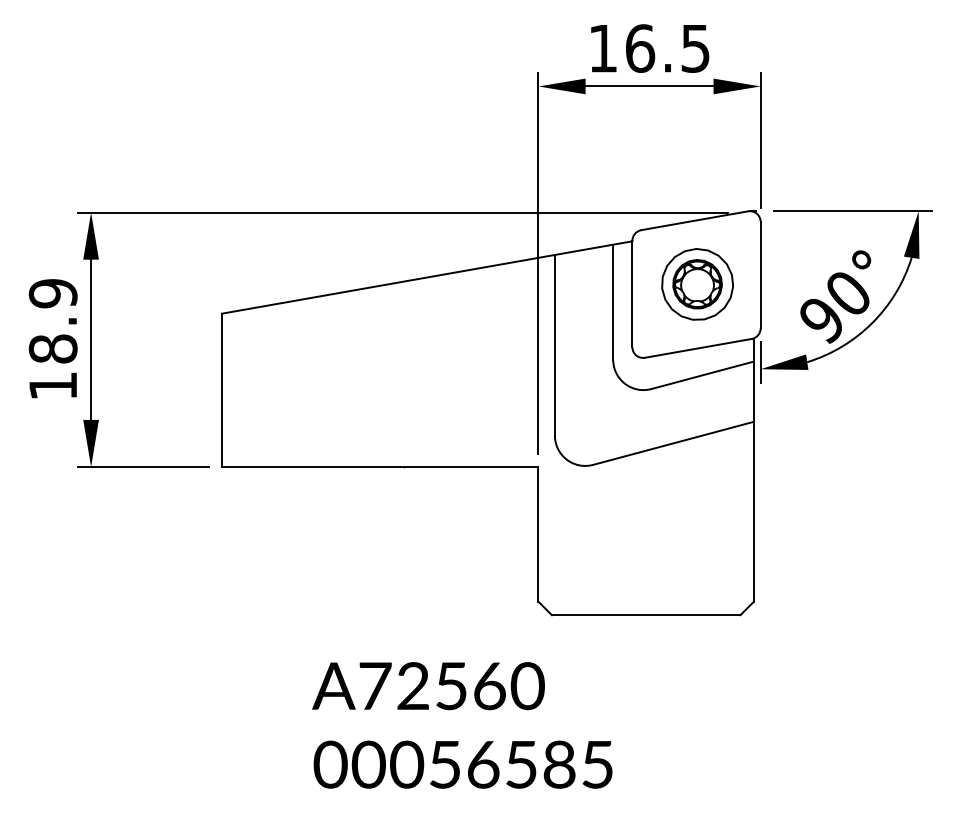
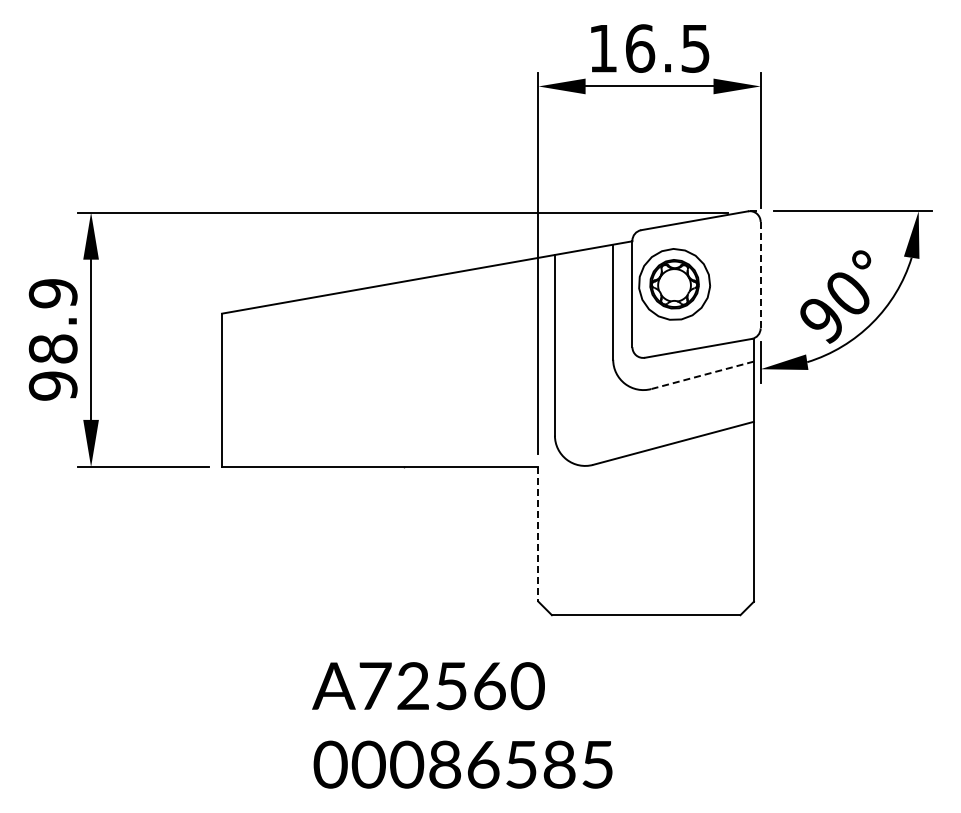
line at (760, 274): solid -> dashed
part at (697, 284) position: (697, 284) -> (674, 284)
line at (702, 375): solid -> dashed
text at (52, 385): 18.9 -> 98.9
line at (538, 534): solid -> dashed
text at (445, 764): 00056585 -> 00086585
